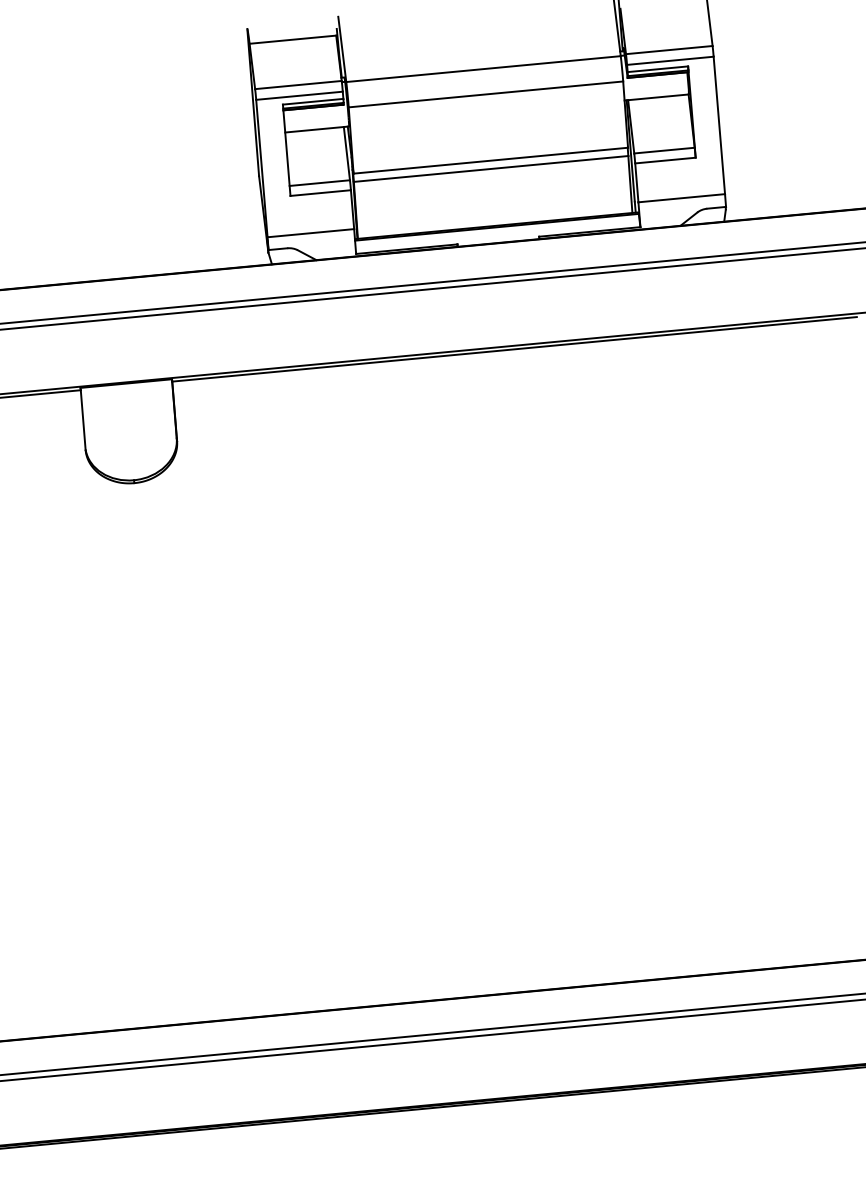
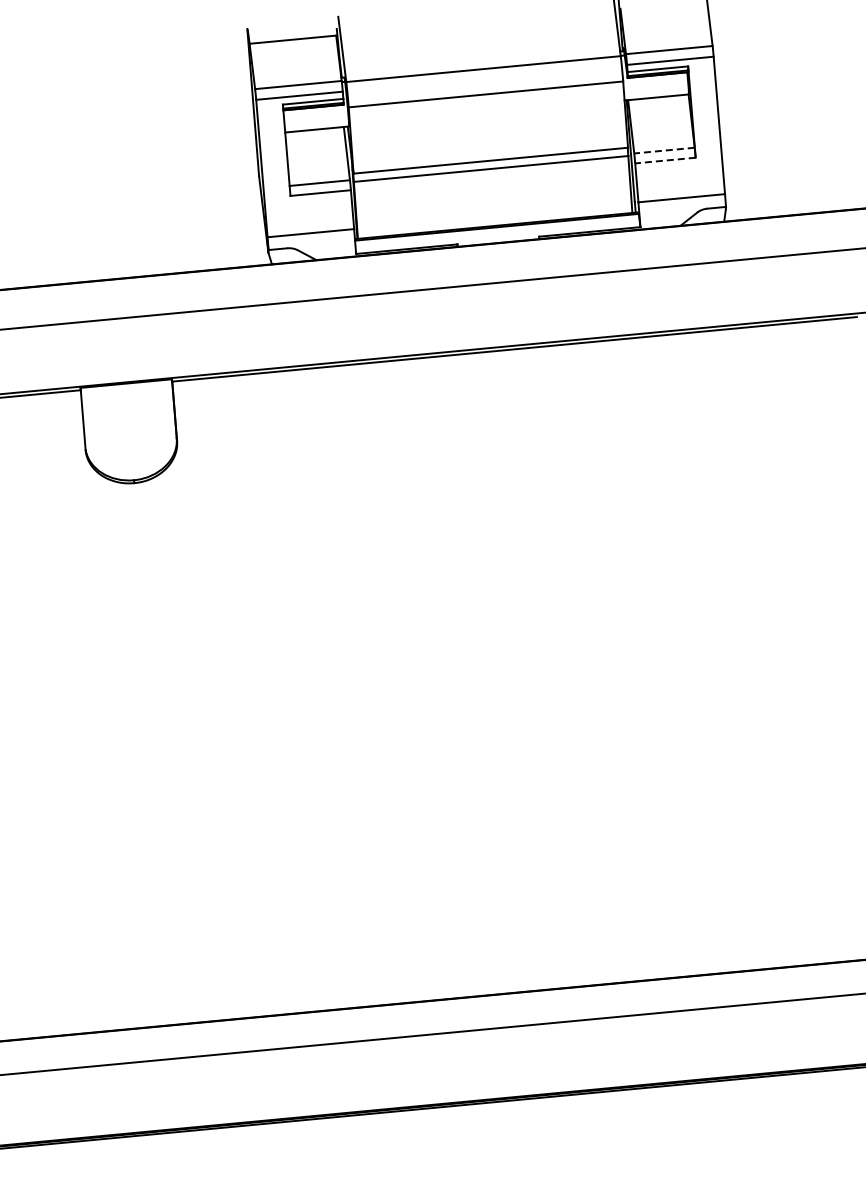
line at (663, 150): solid -> dashed
line at (664, 160): solid -> dashed
line at (432, 282): present -> none
line at (432, 1039): present -> none
